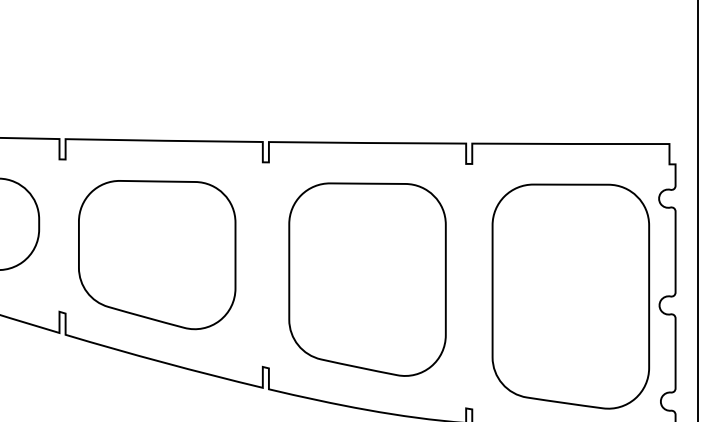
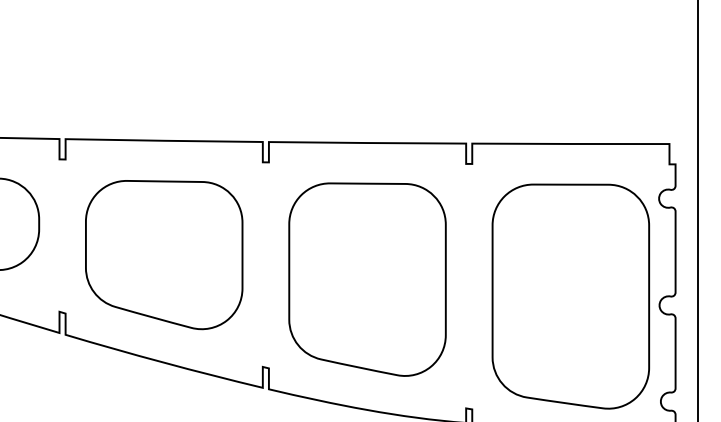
part at (157, 255) position: (157, 255) -> (164, 255)
